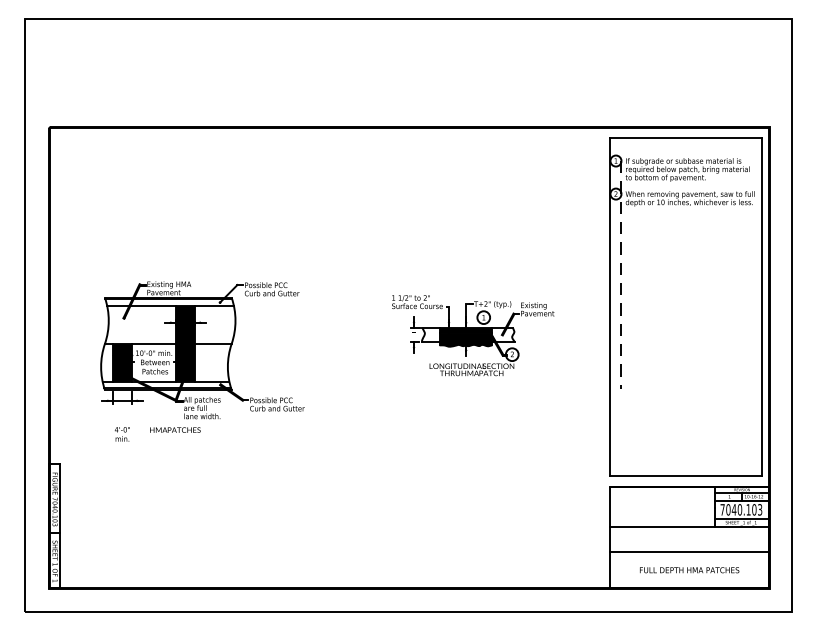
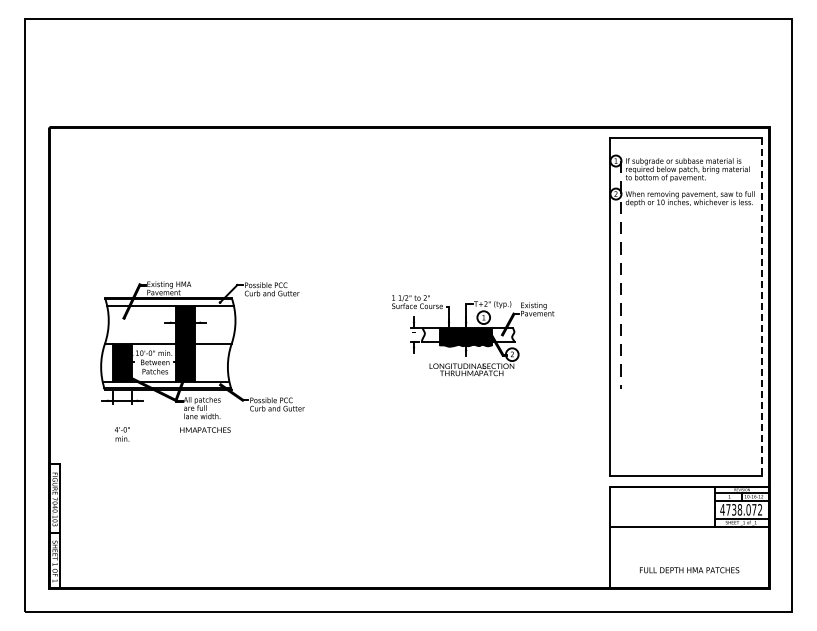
line at (761, 306): solid -> dashed
text at (175, 429) position: (175, 429) -> (205, 429)
text at (741, 509): 7040.103 -> 4738.072
line at (689, 551): present -> none
